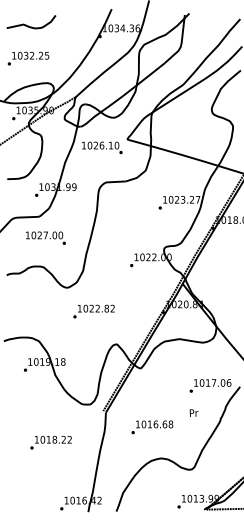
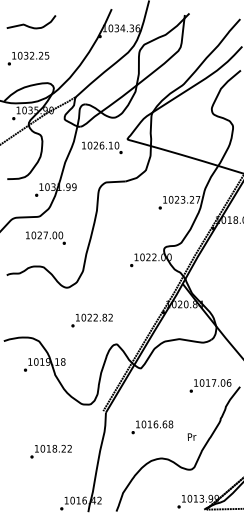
text at (93, 311) position: (93, 311) -> (91, 320)
text at (193, 412) position: (193, 412) -> (191, 436)
text at (50, 442) position: (50, 442) -> (50, 451)
